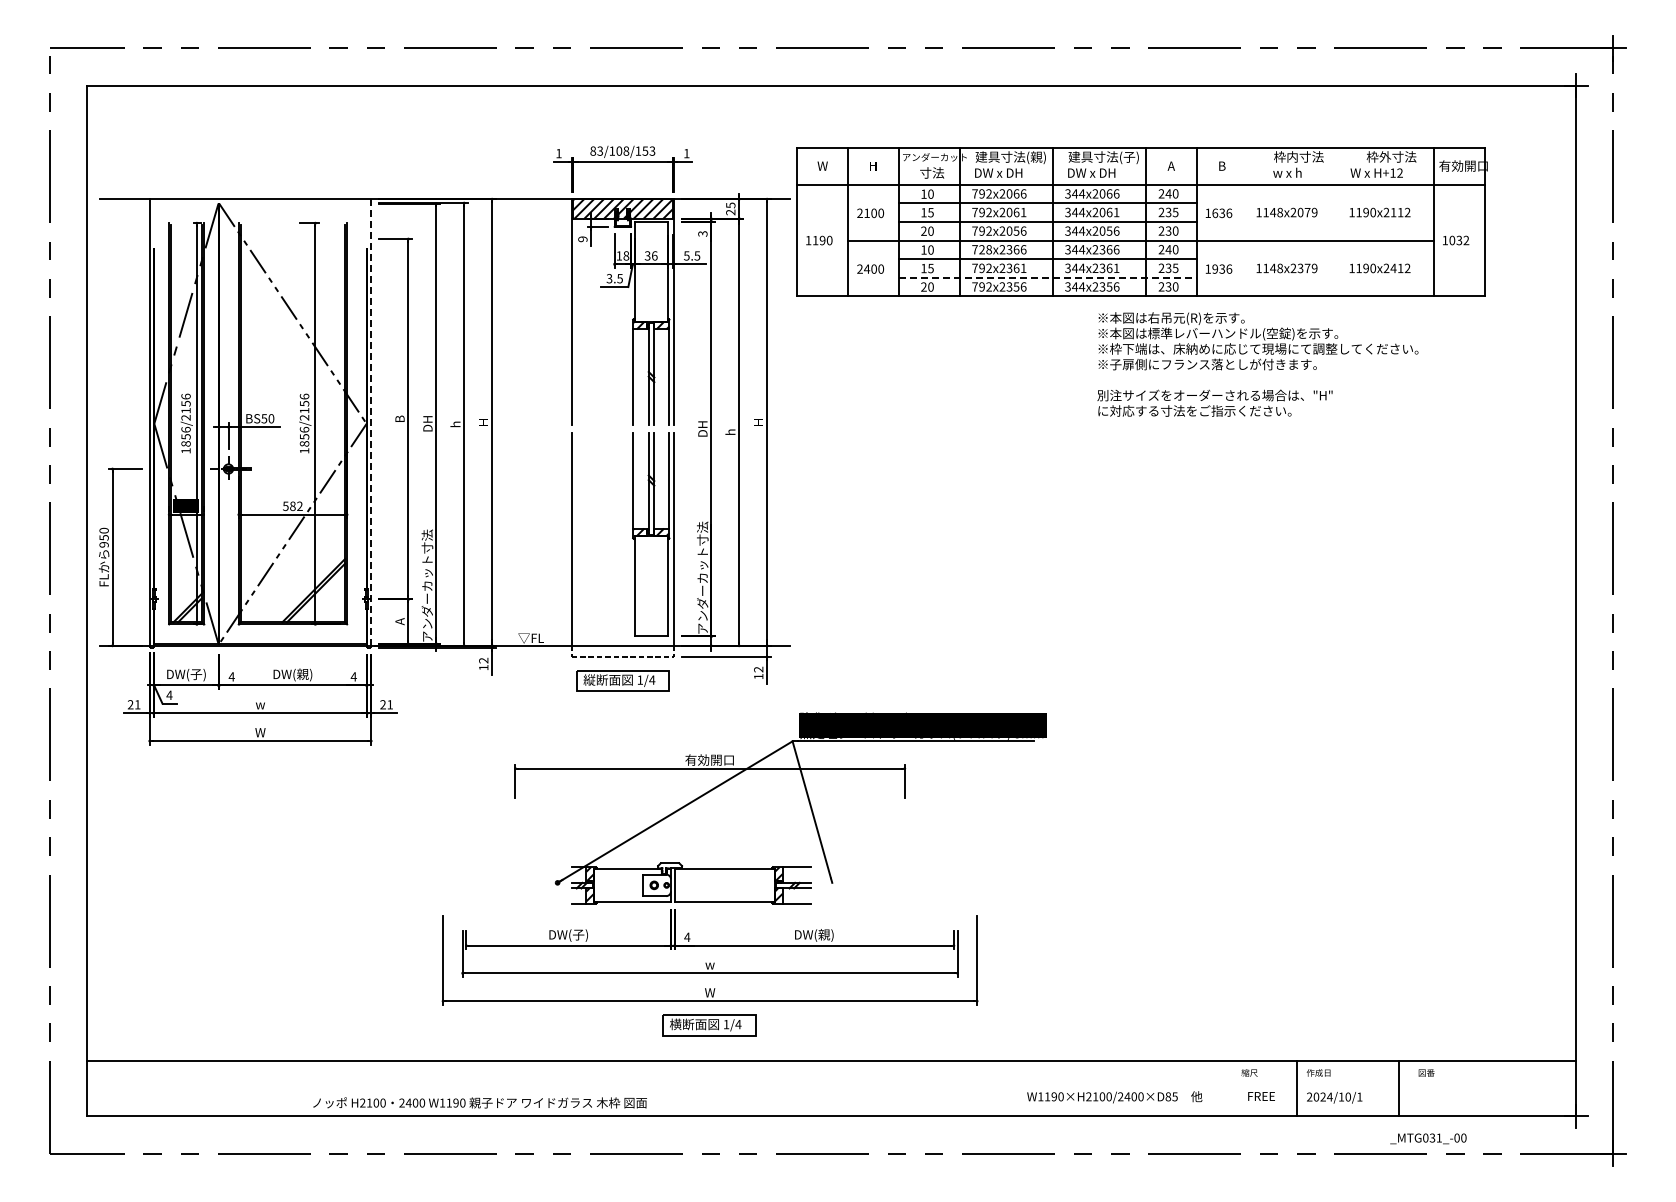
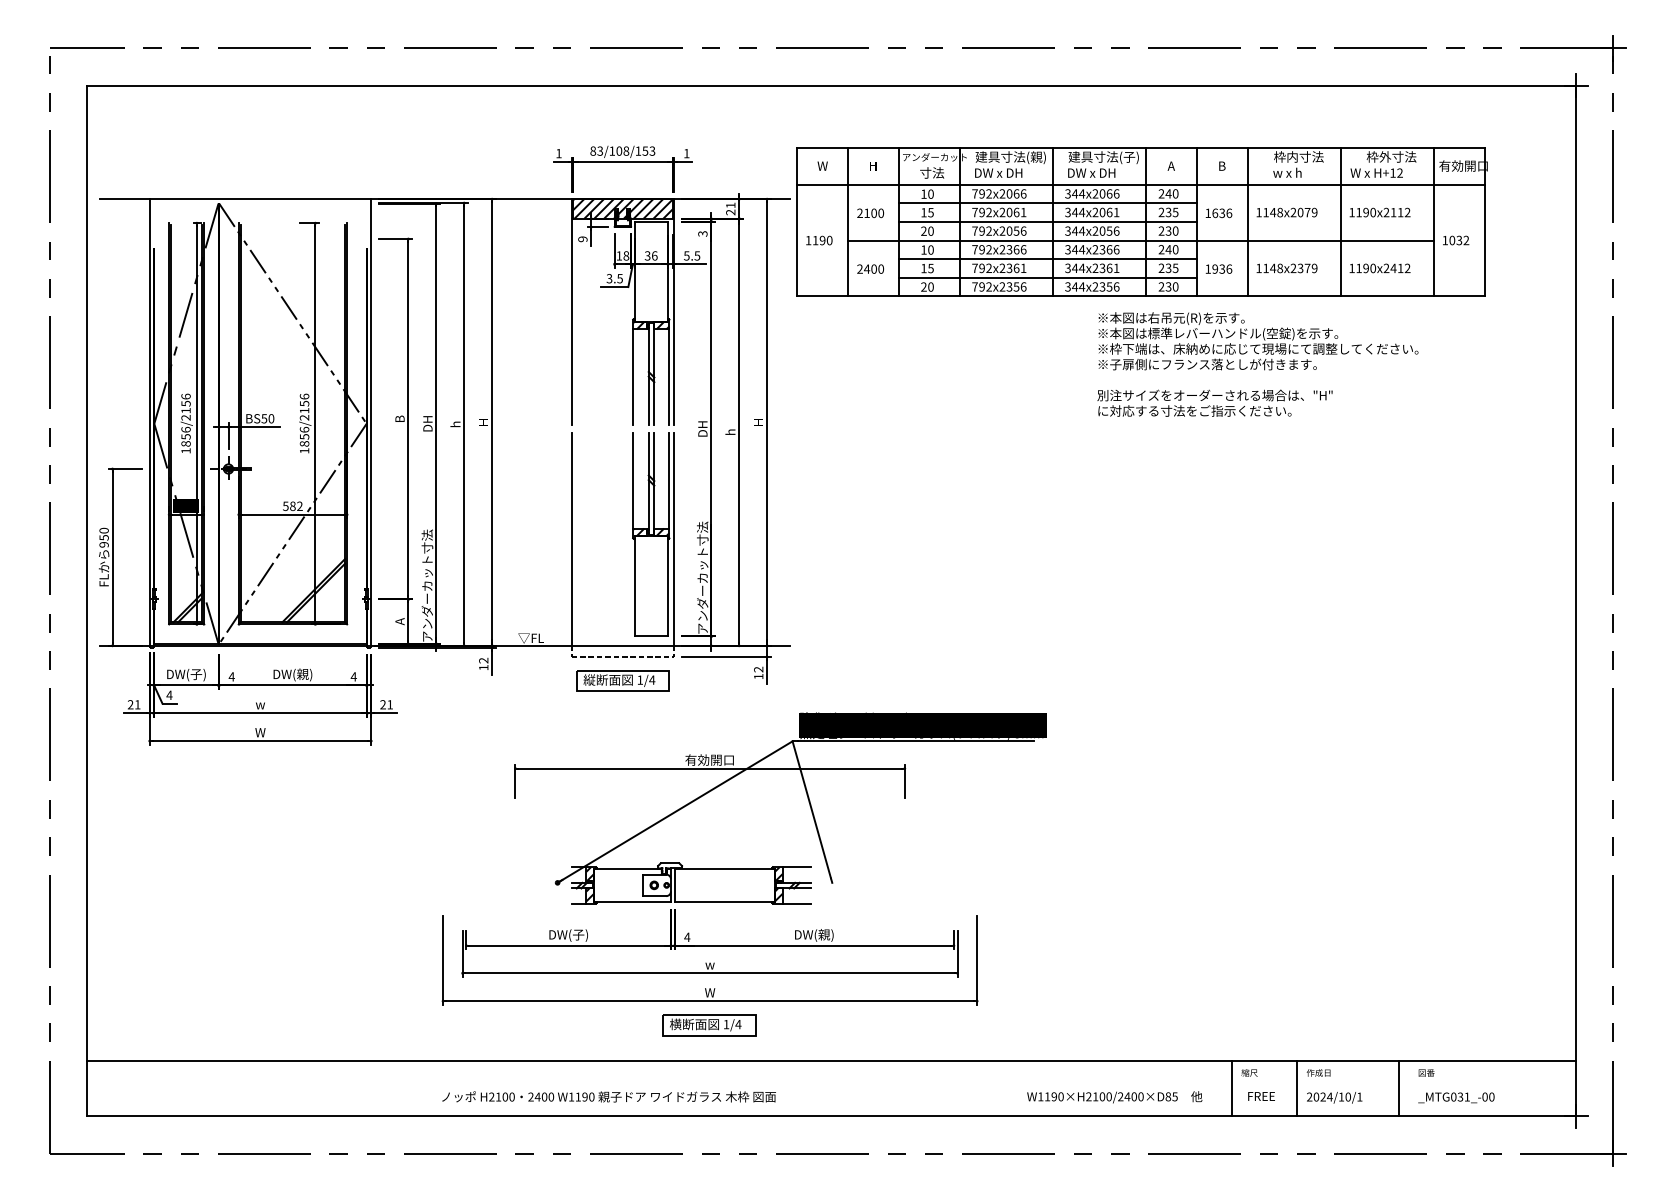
text at (730, 205): 25 -> 21
line at (1248, 221): none -> present
line at (1341, 221): none -> present
text at (985, 249): 728x2366 -> 792x2366
line at (1048, 277): dashed -> solid
line at (371, 422): dashed -> solid
line at (1231, 1088): none -> present
text at (479, 1102) position: (479, 1102) -> (608, 1096)
text at (1428, 1138) position: (1428, 1138) -> (1456, 1097)
